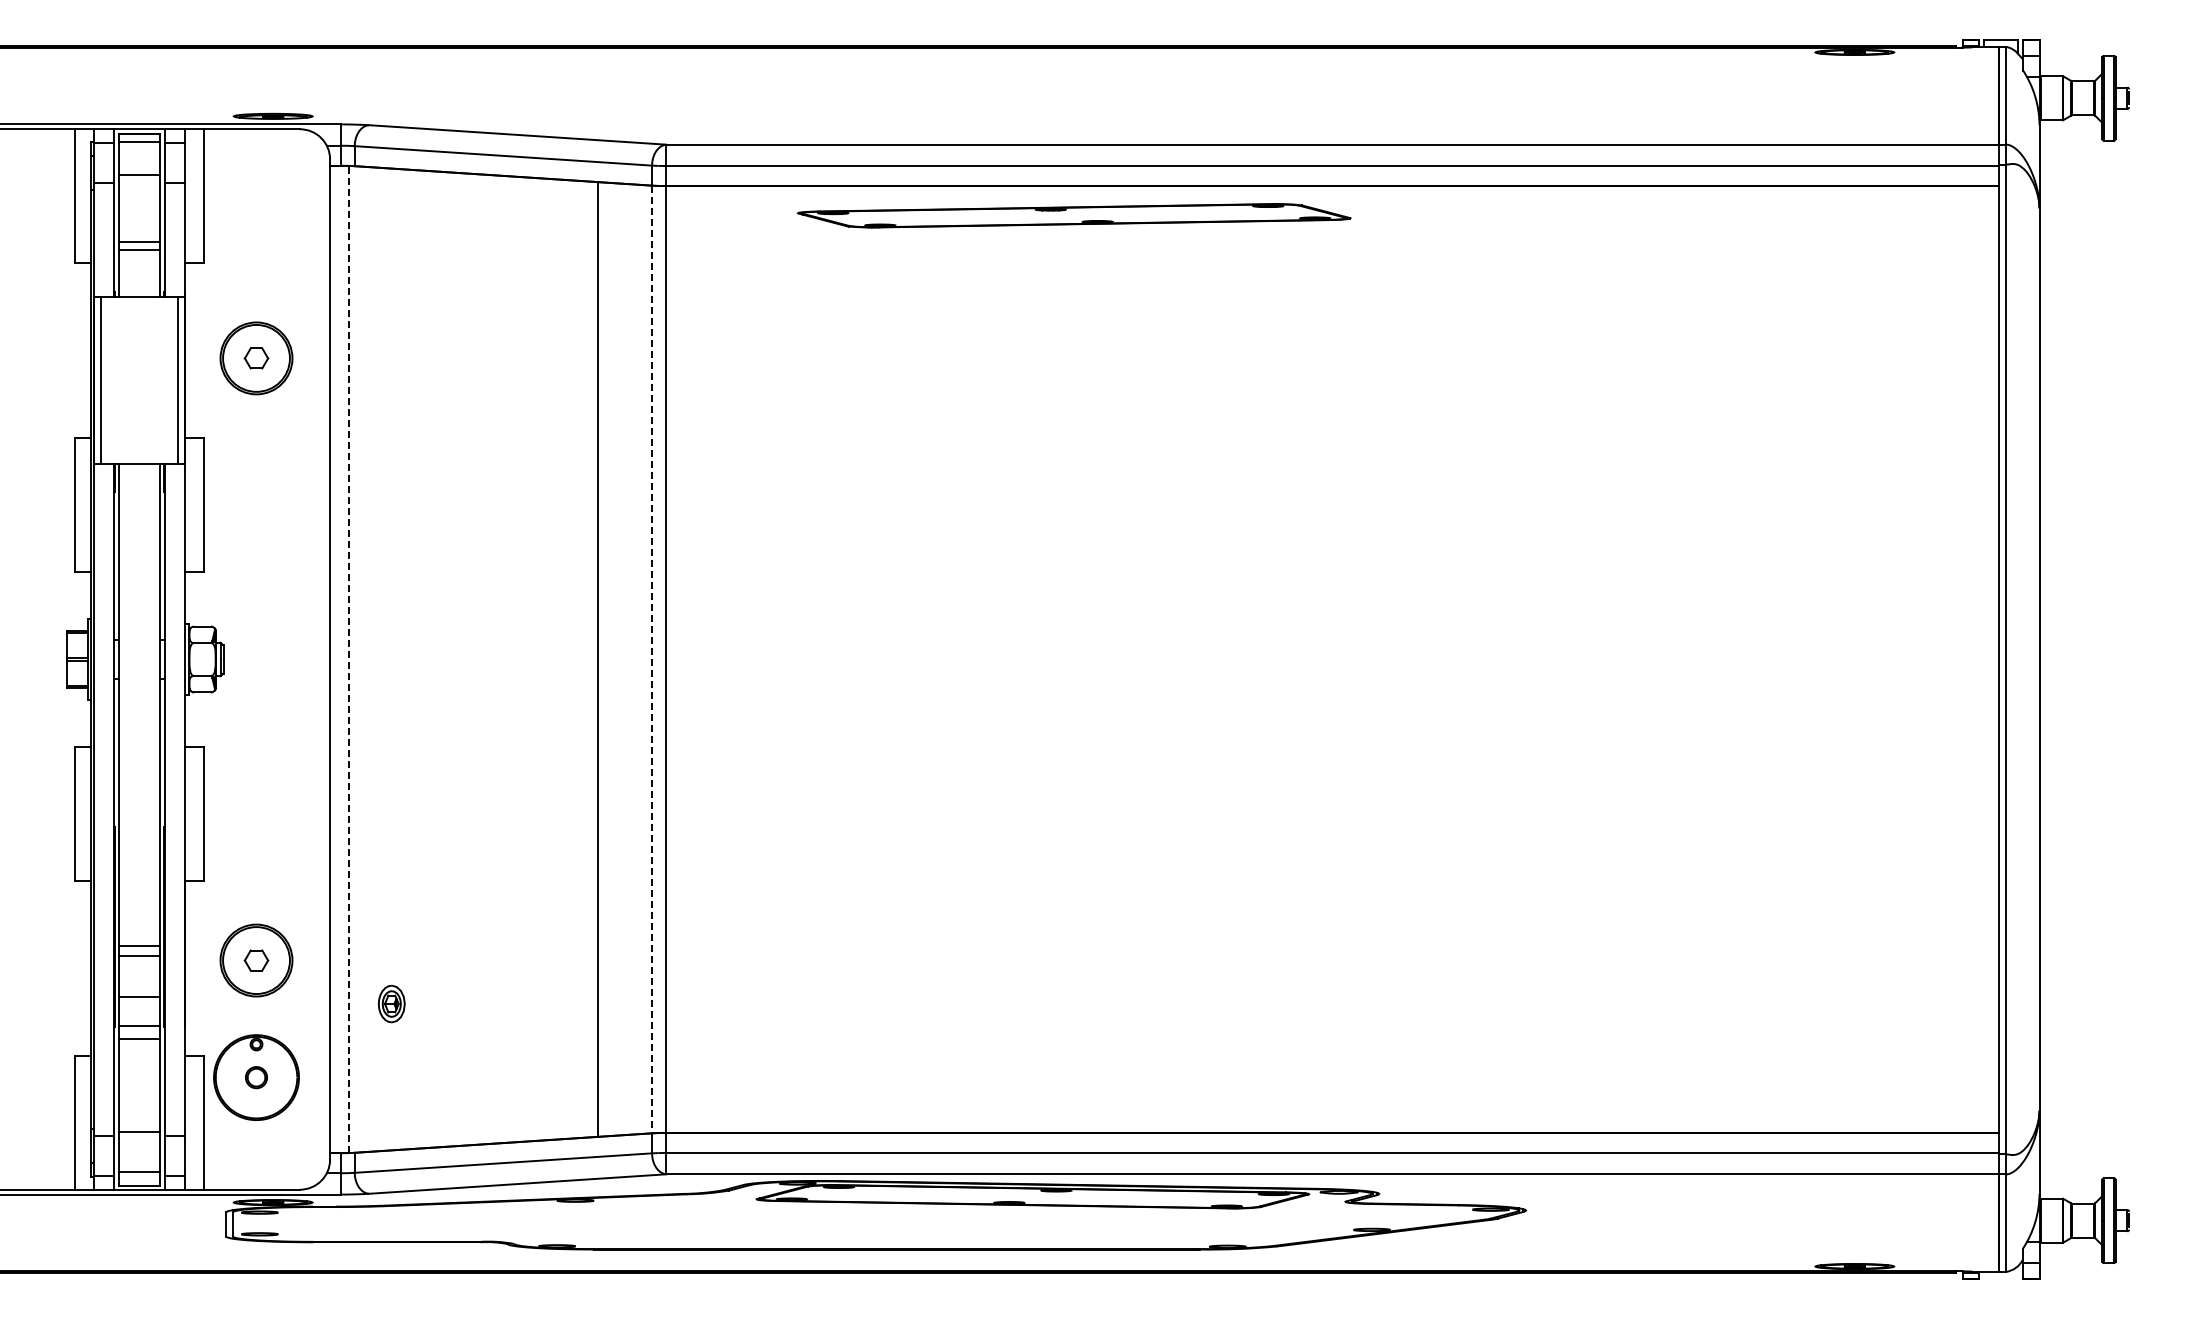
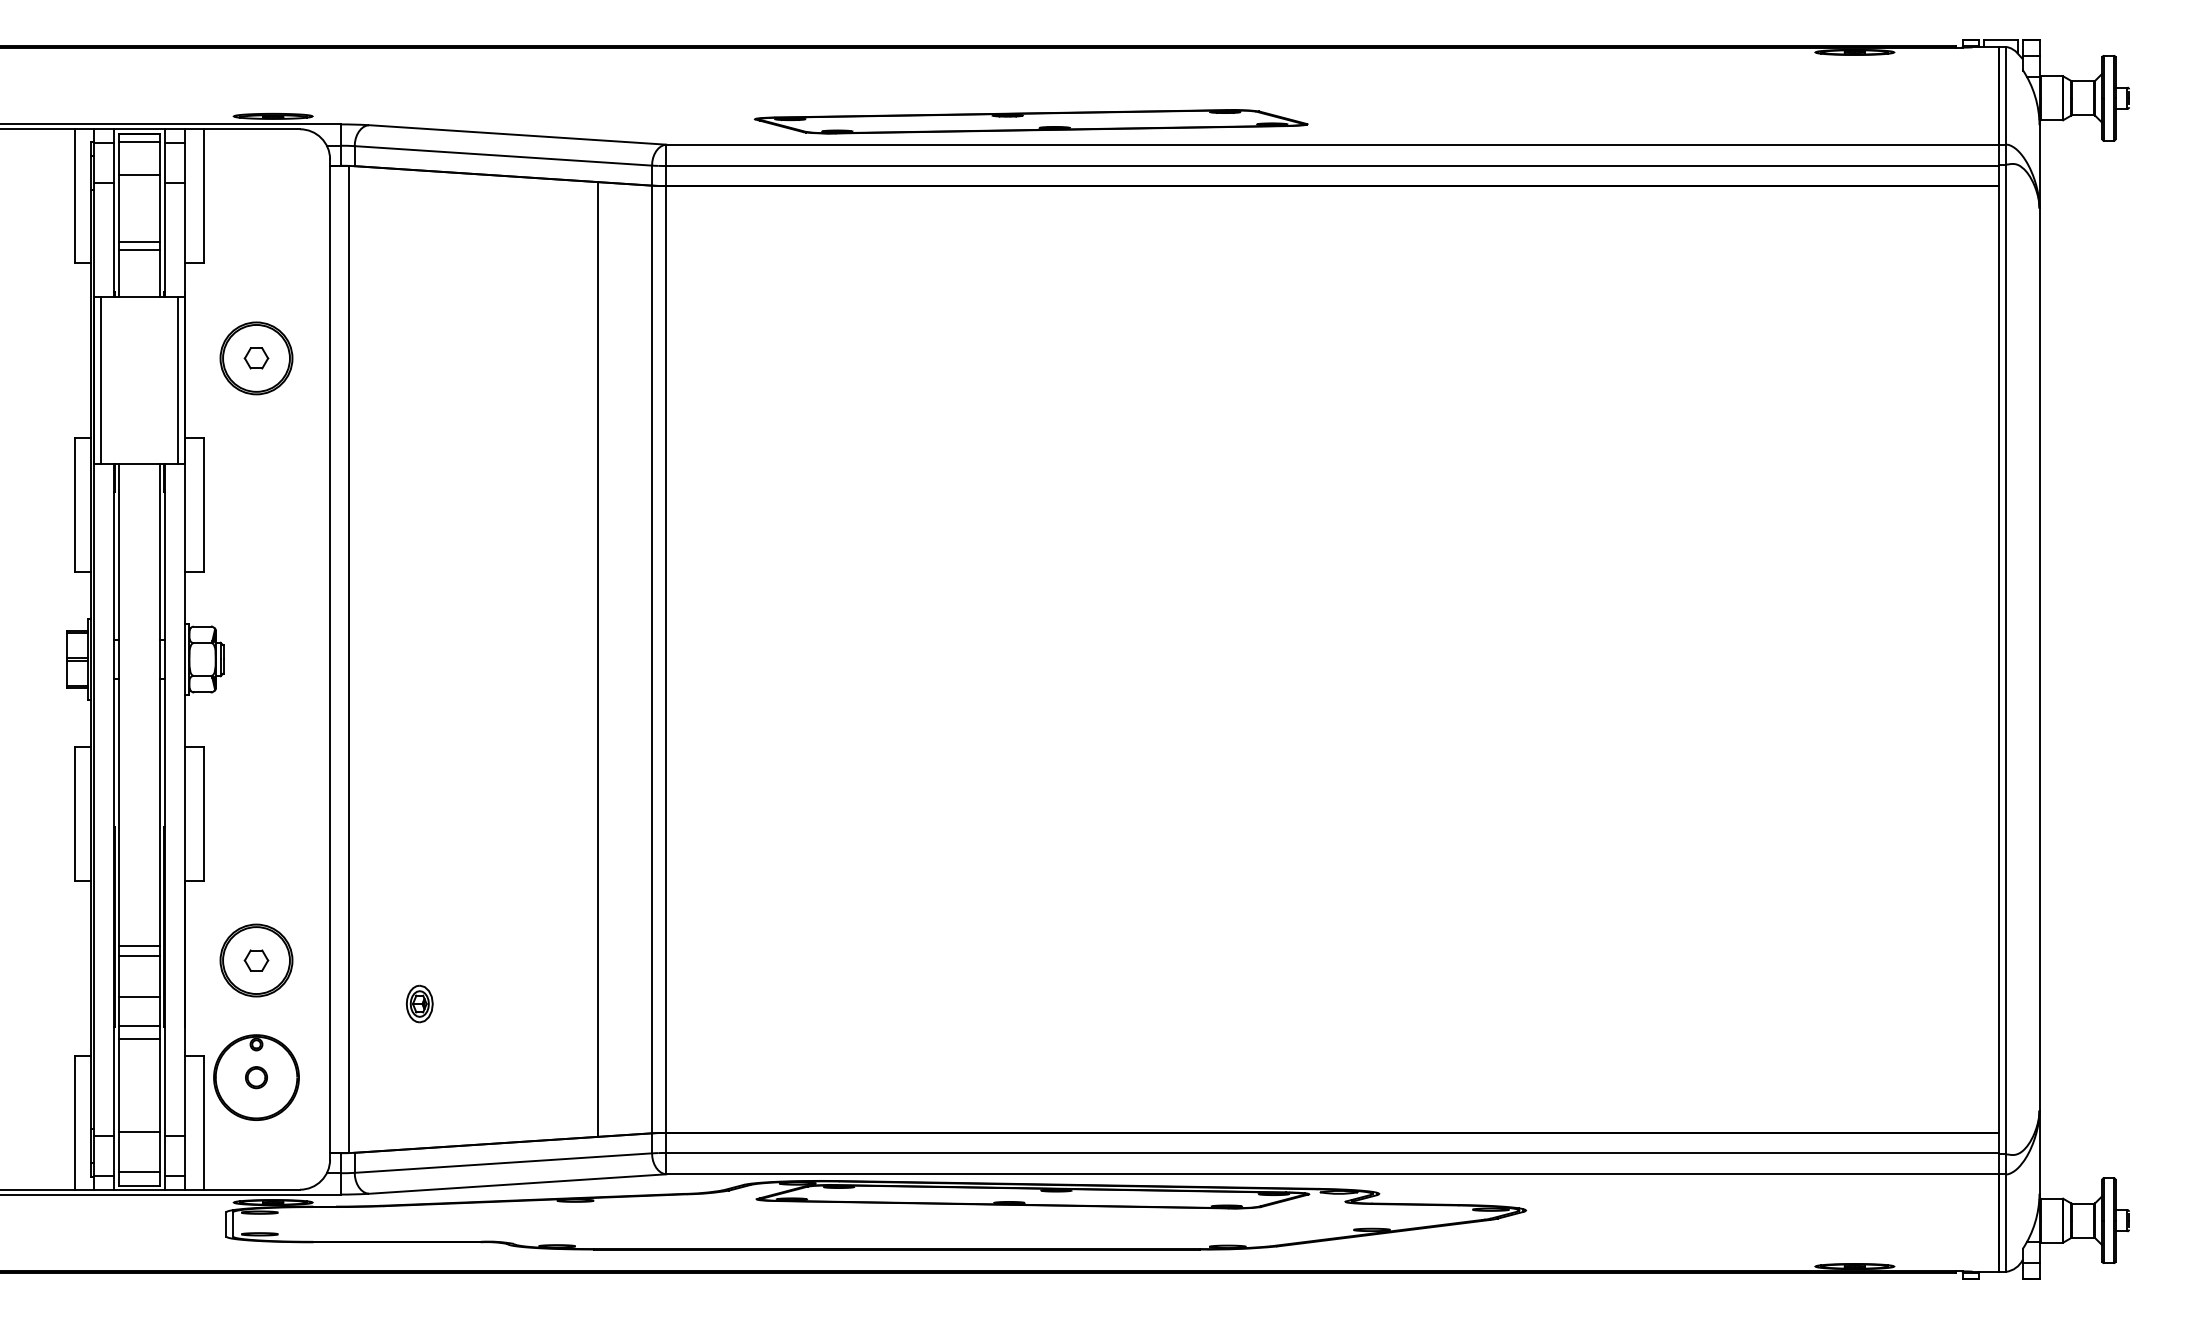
part at (1073, 215) position: (1073, 215) -> (1030, 121)
line at (348, 659): dashed -> solid
line at (652, 659): dashed -> solid
part at (391, 1003) position: (391, 1003) -> (419, 1003)
